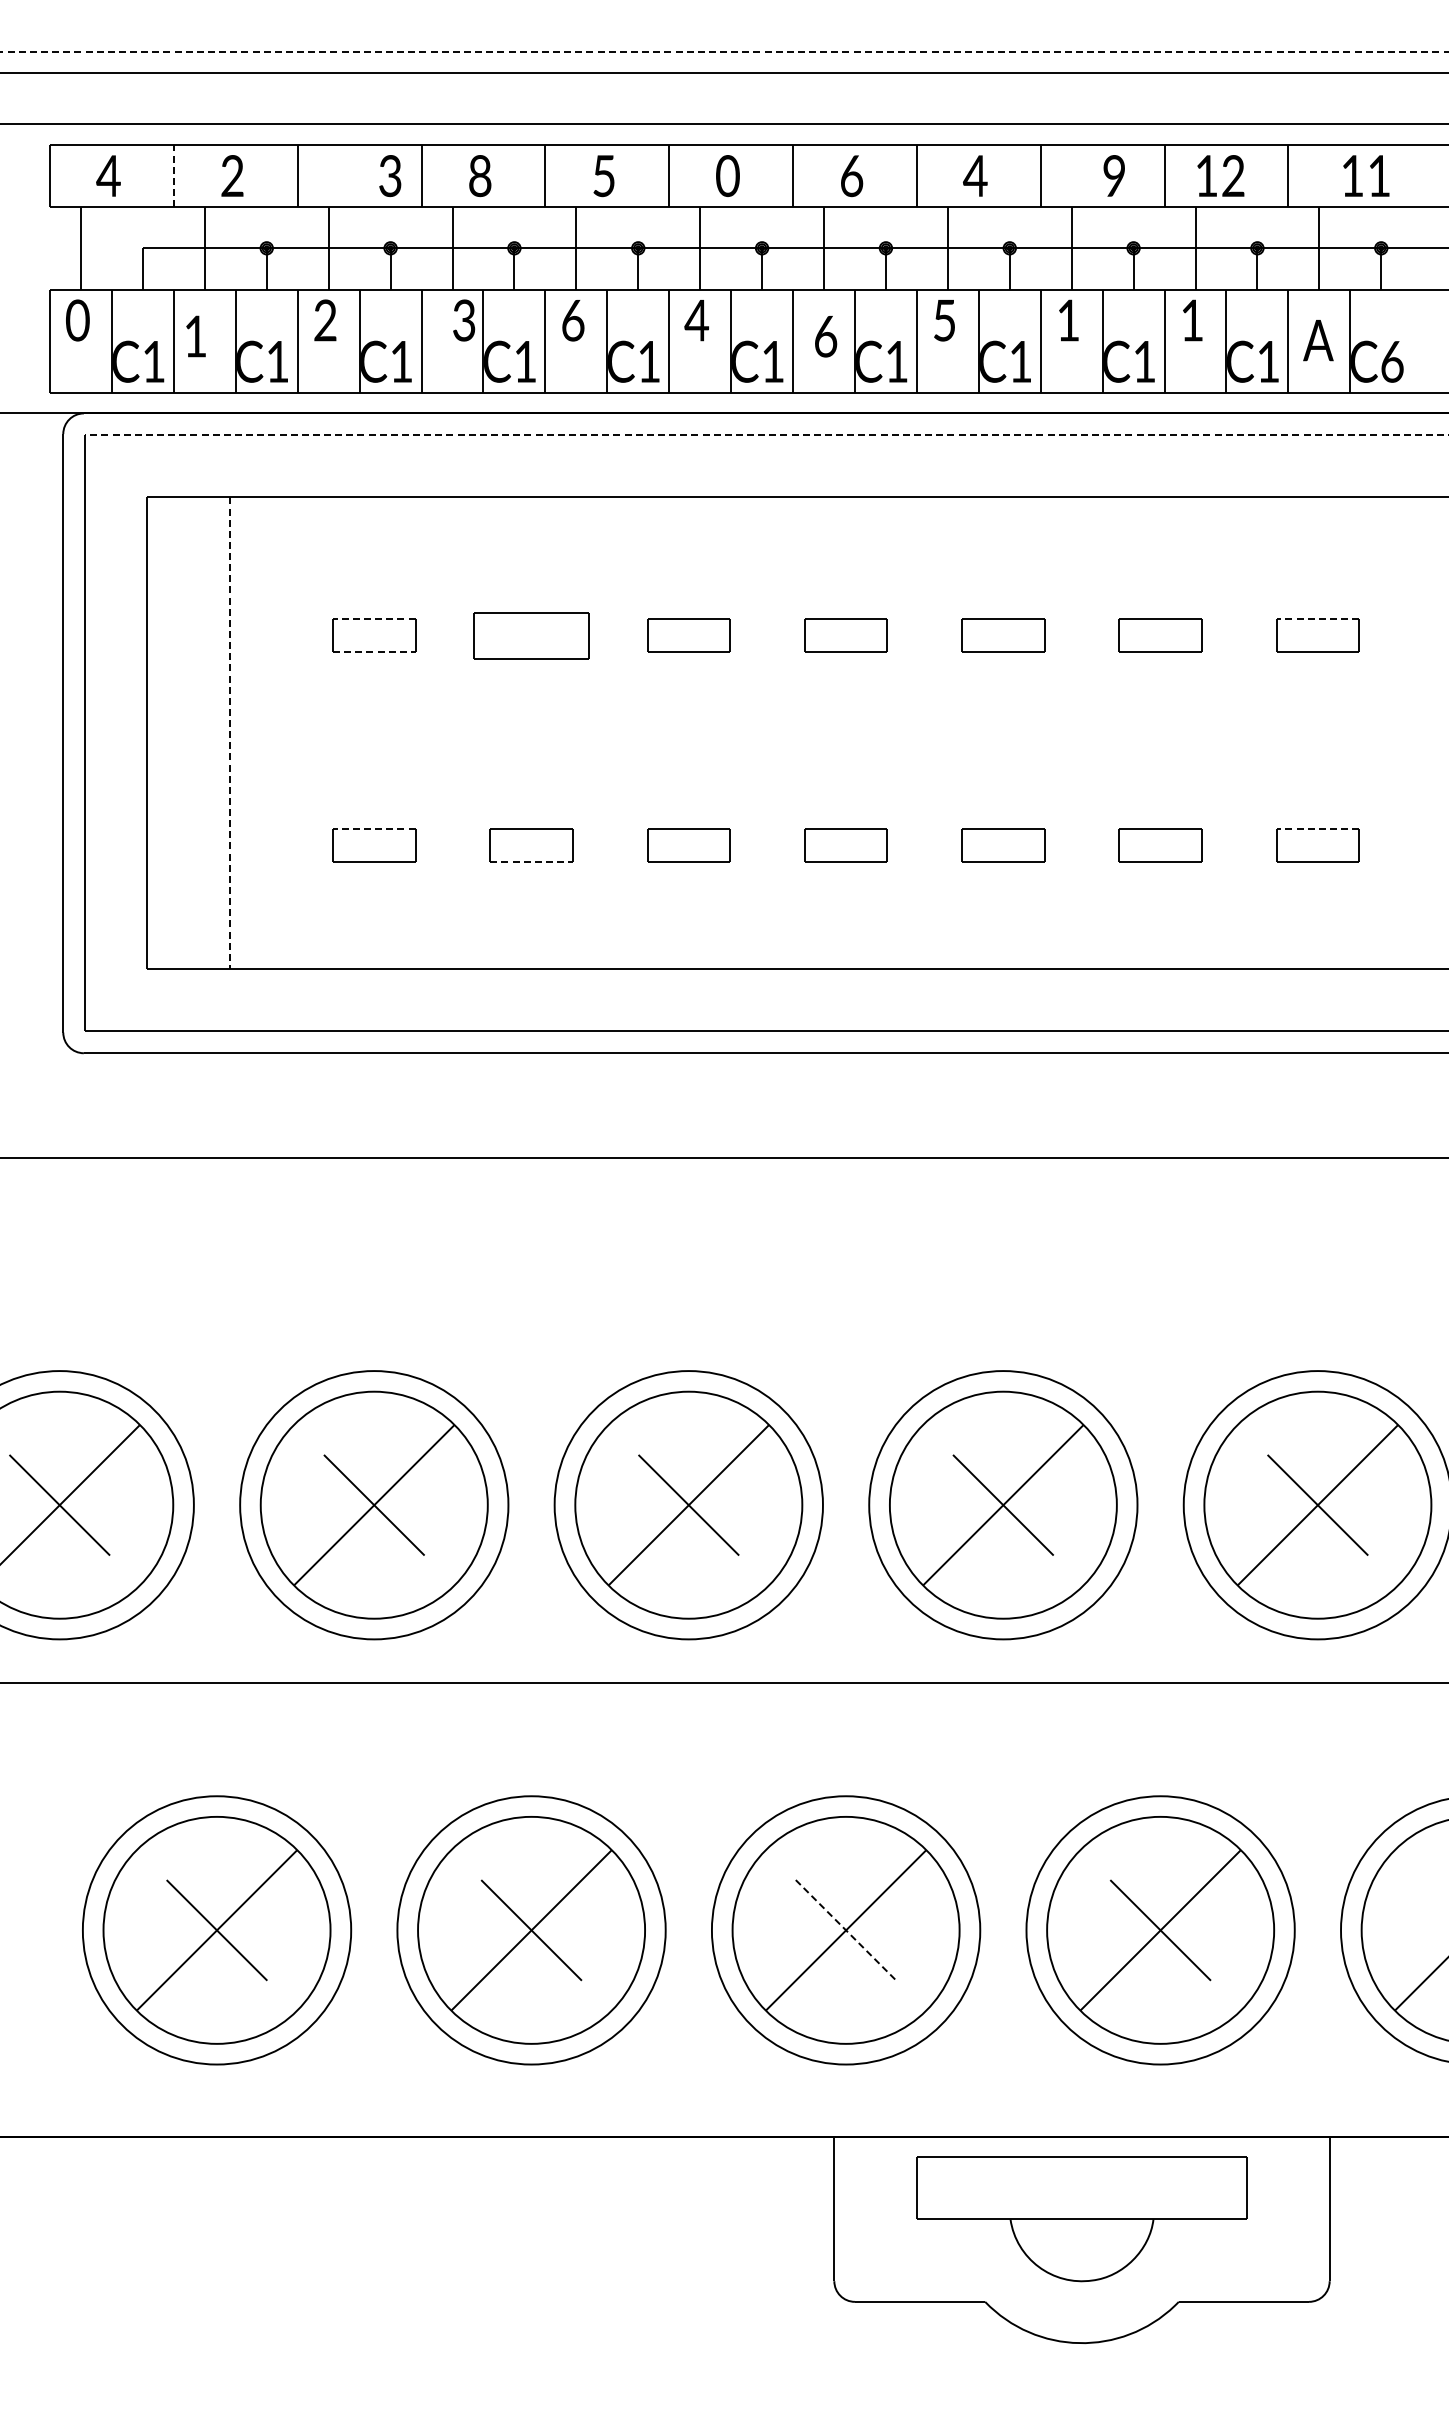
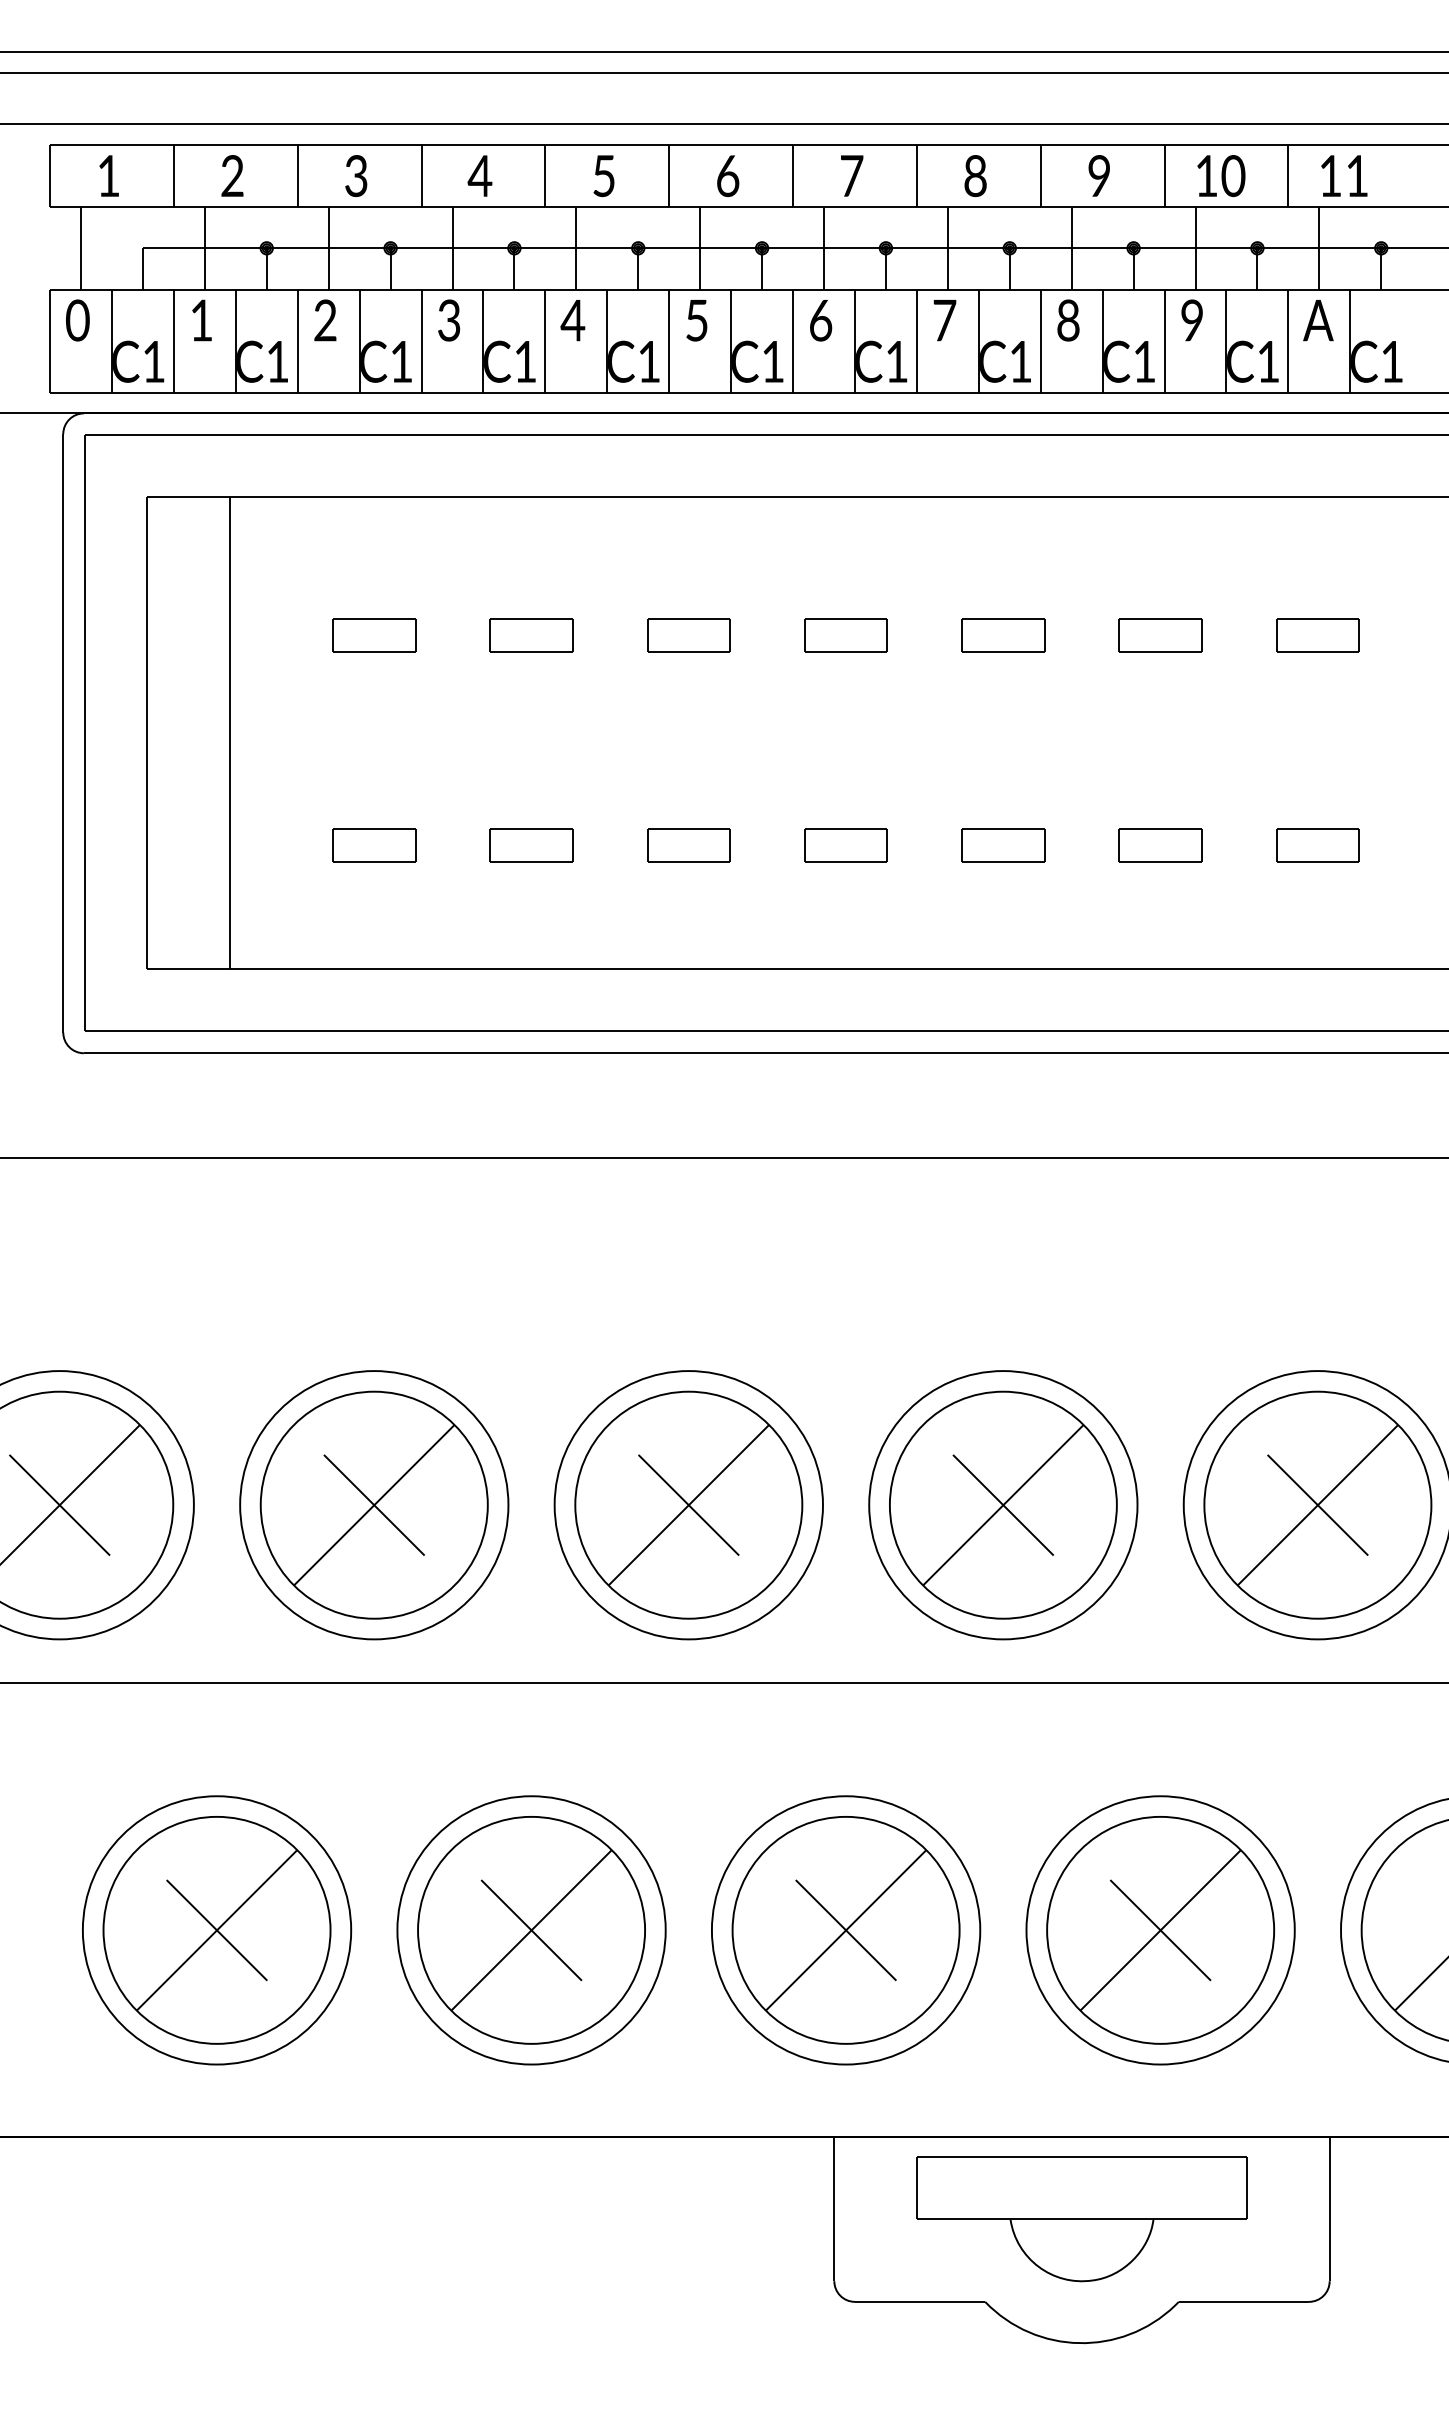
line at (725, 52): dashed -> solid
text at (108, 175): 4 -> 1
text at (727, 175): 0 -> 6
text at (1113, 175) position: (1113, 175) -> (1098, 175)
text at (1366, 175) position: (1366, 175) -> (1344, 175)
line at (173, 176): dashed -> solid
text at (390, 176) position: (390, 176) -> (356, 176)
text at (479, 176): 8 -> 4
text at (852, 176): 6 -> 7
text at (974, 176): 4 -> 8
text at (1233, 176): 12 -> 10
text at (464, 320) position: (464, 320) -> (449, 320)
text at (572, 320): 6 -> 4
text at (696, 320): 4 -> 5
text at (944, 320): 5 -> 7
text at (1068, 320): 1 -> 8
text at (1191, 320): 1 -> 9
text at (195, 336) position: (195, 336) -> (201, 320)
text at (826, 336) position: (826, 336) -> (821, 320)
text at (1318, 340) position: (1318, 340) -> (1318, 320)
text at (1392, 361): C6 -> C1
line at (767, 435): dashed -> solid
line at (373, 619): dashed -> solid
line at (1317, 619): dashed -> solid
part at (531, 635) size: 117x48 px -> 85x35 px
line at (374, 652): dashed -> solid
line at (229, 733): dashed -> solid
line at (373, 828): dashed -> solid
line at (1317, 828): dashed -> solid
line at (532, 861): dashed -> solid
line at (846, 1930): dashed -> solid
